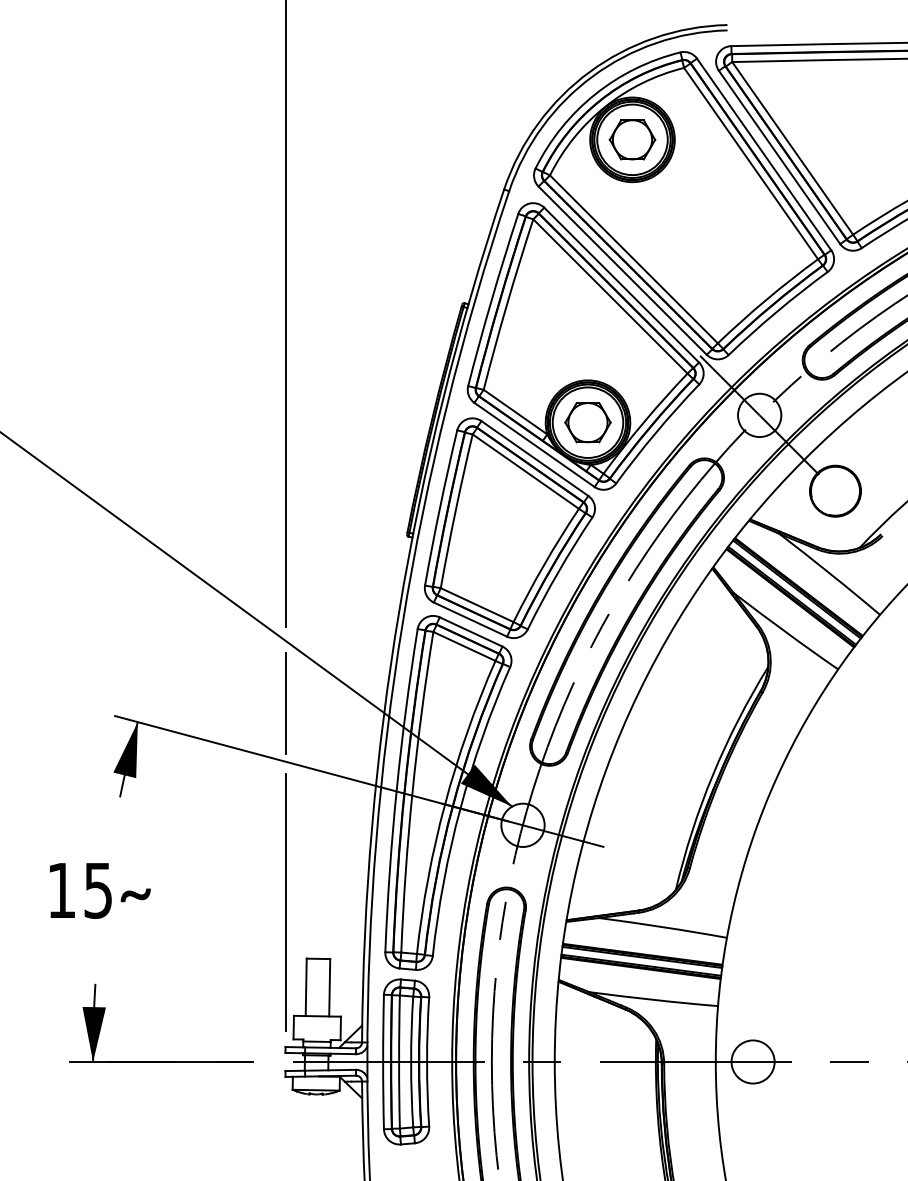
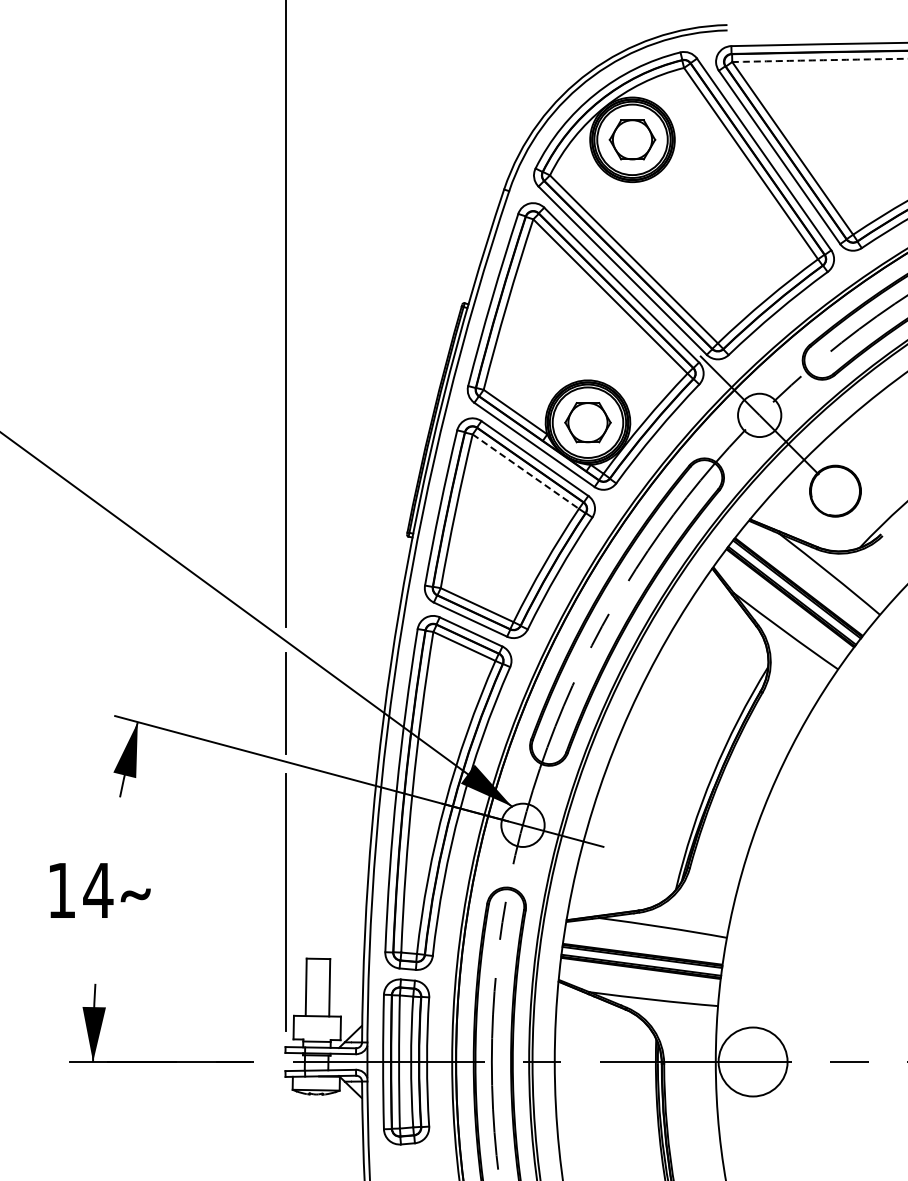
arc at (820, 60): solid -> dashed
line at (525, 471): solid -> dashed
text at (98, 890): 15 -> 14
circle at (752, 1061) diameter: 43 px -> 69 px
